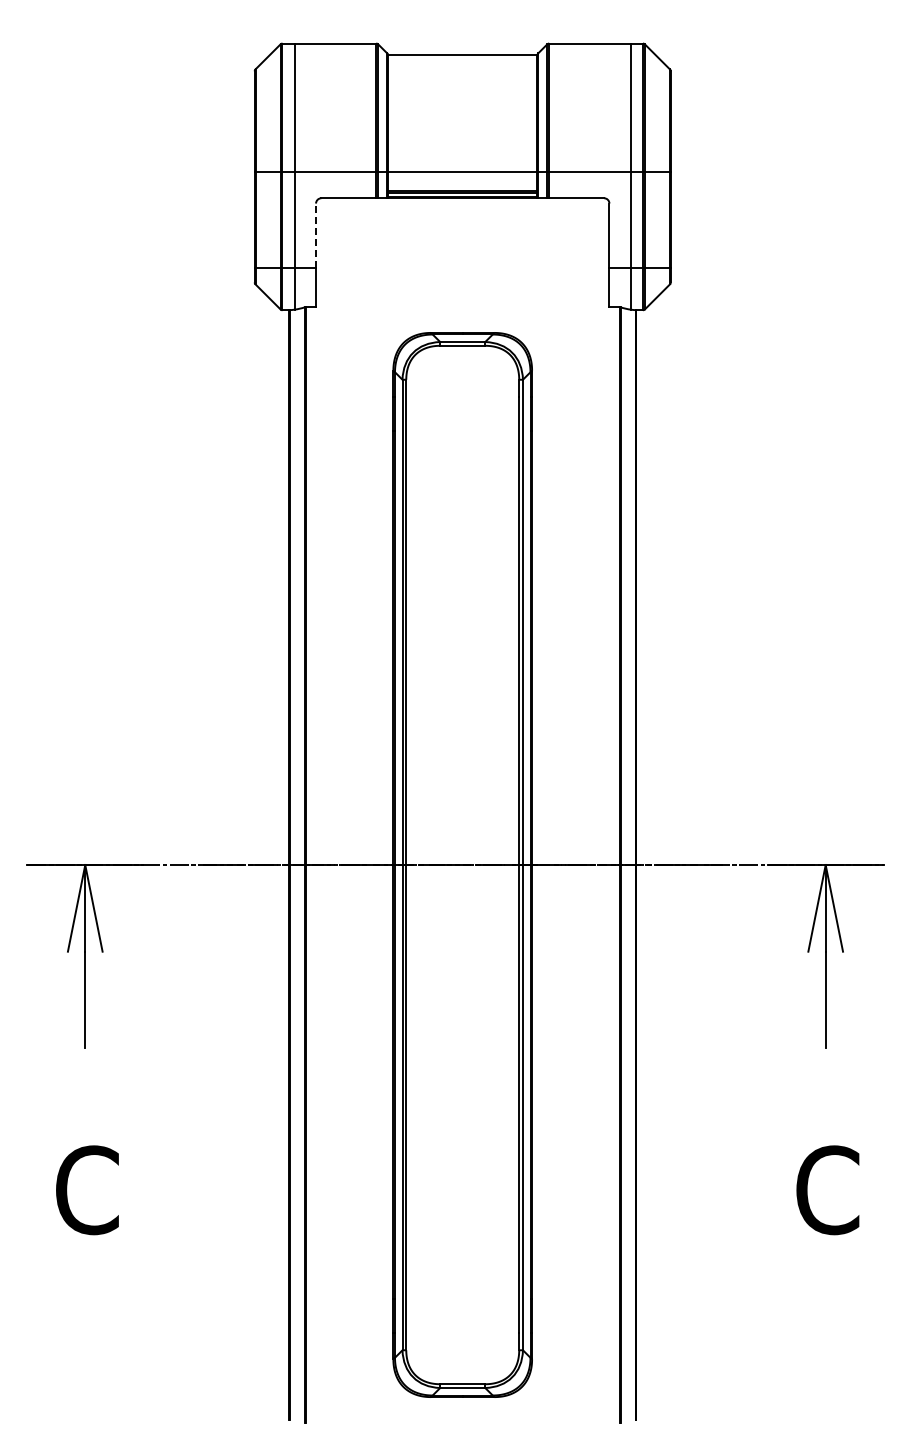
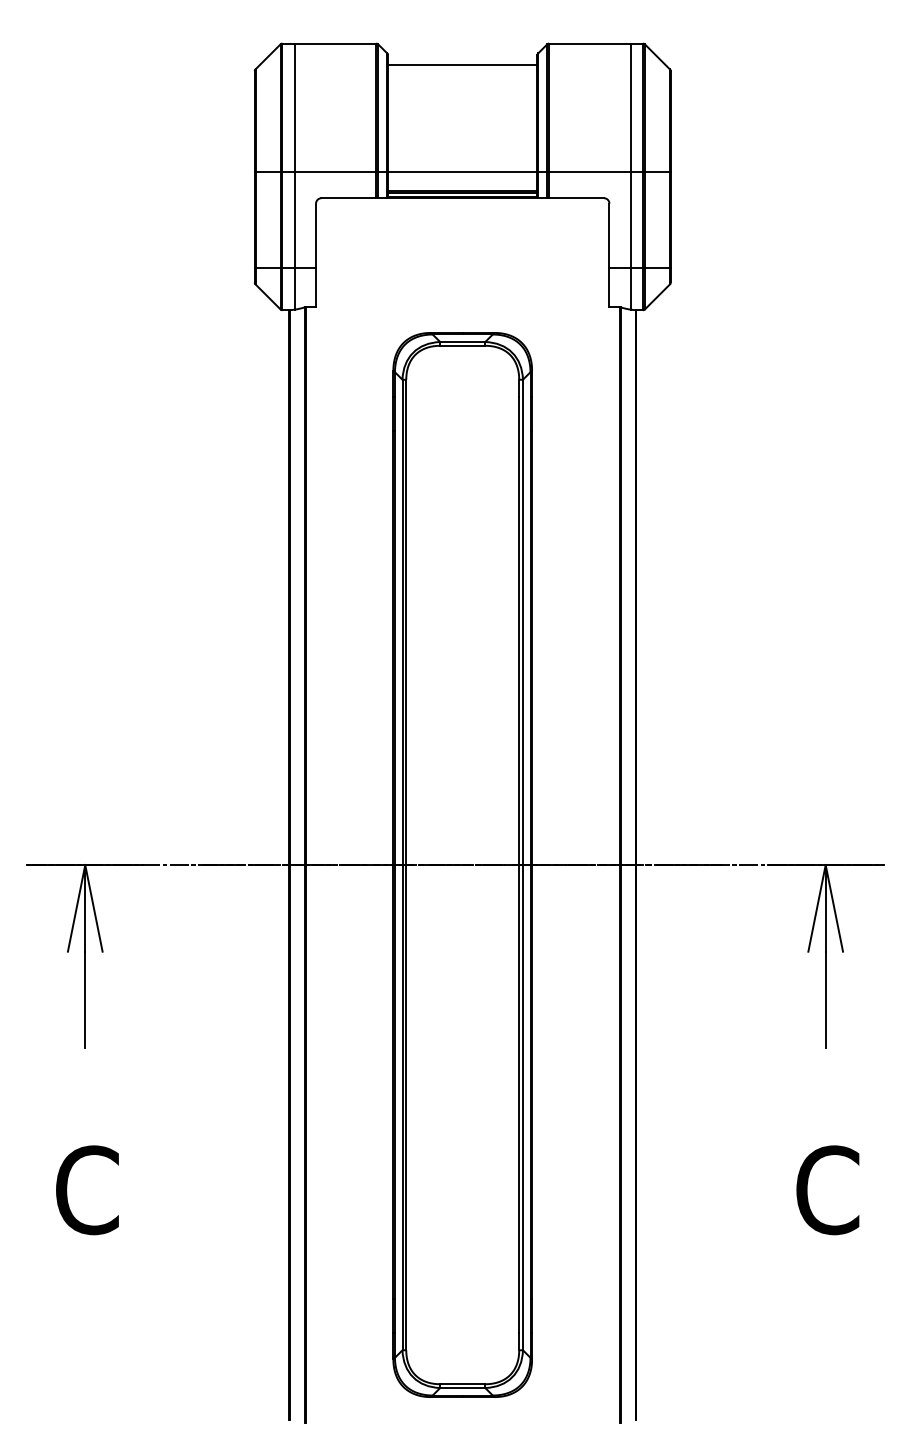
line at (462, 54) position: (462, 54) -> (462, 64)
line at (316, 235): dashed -> solid
